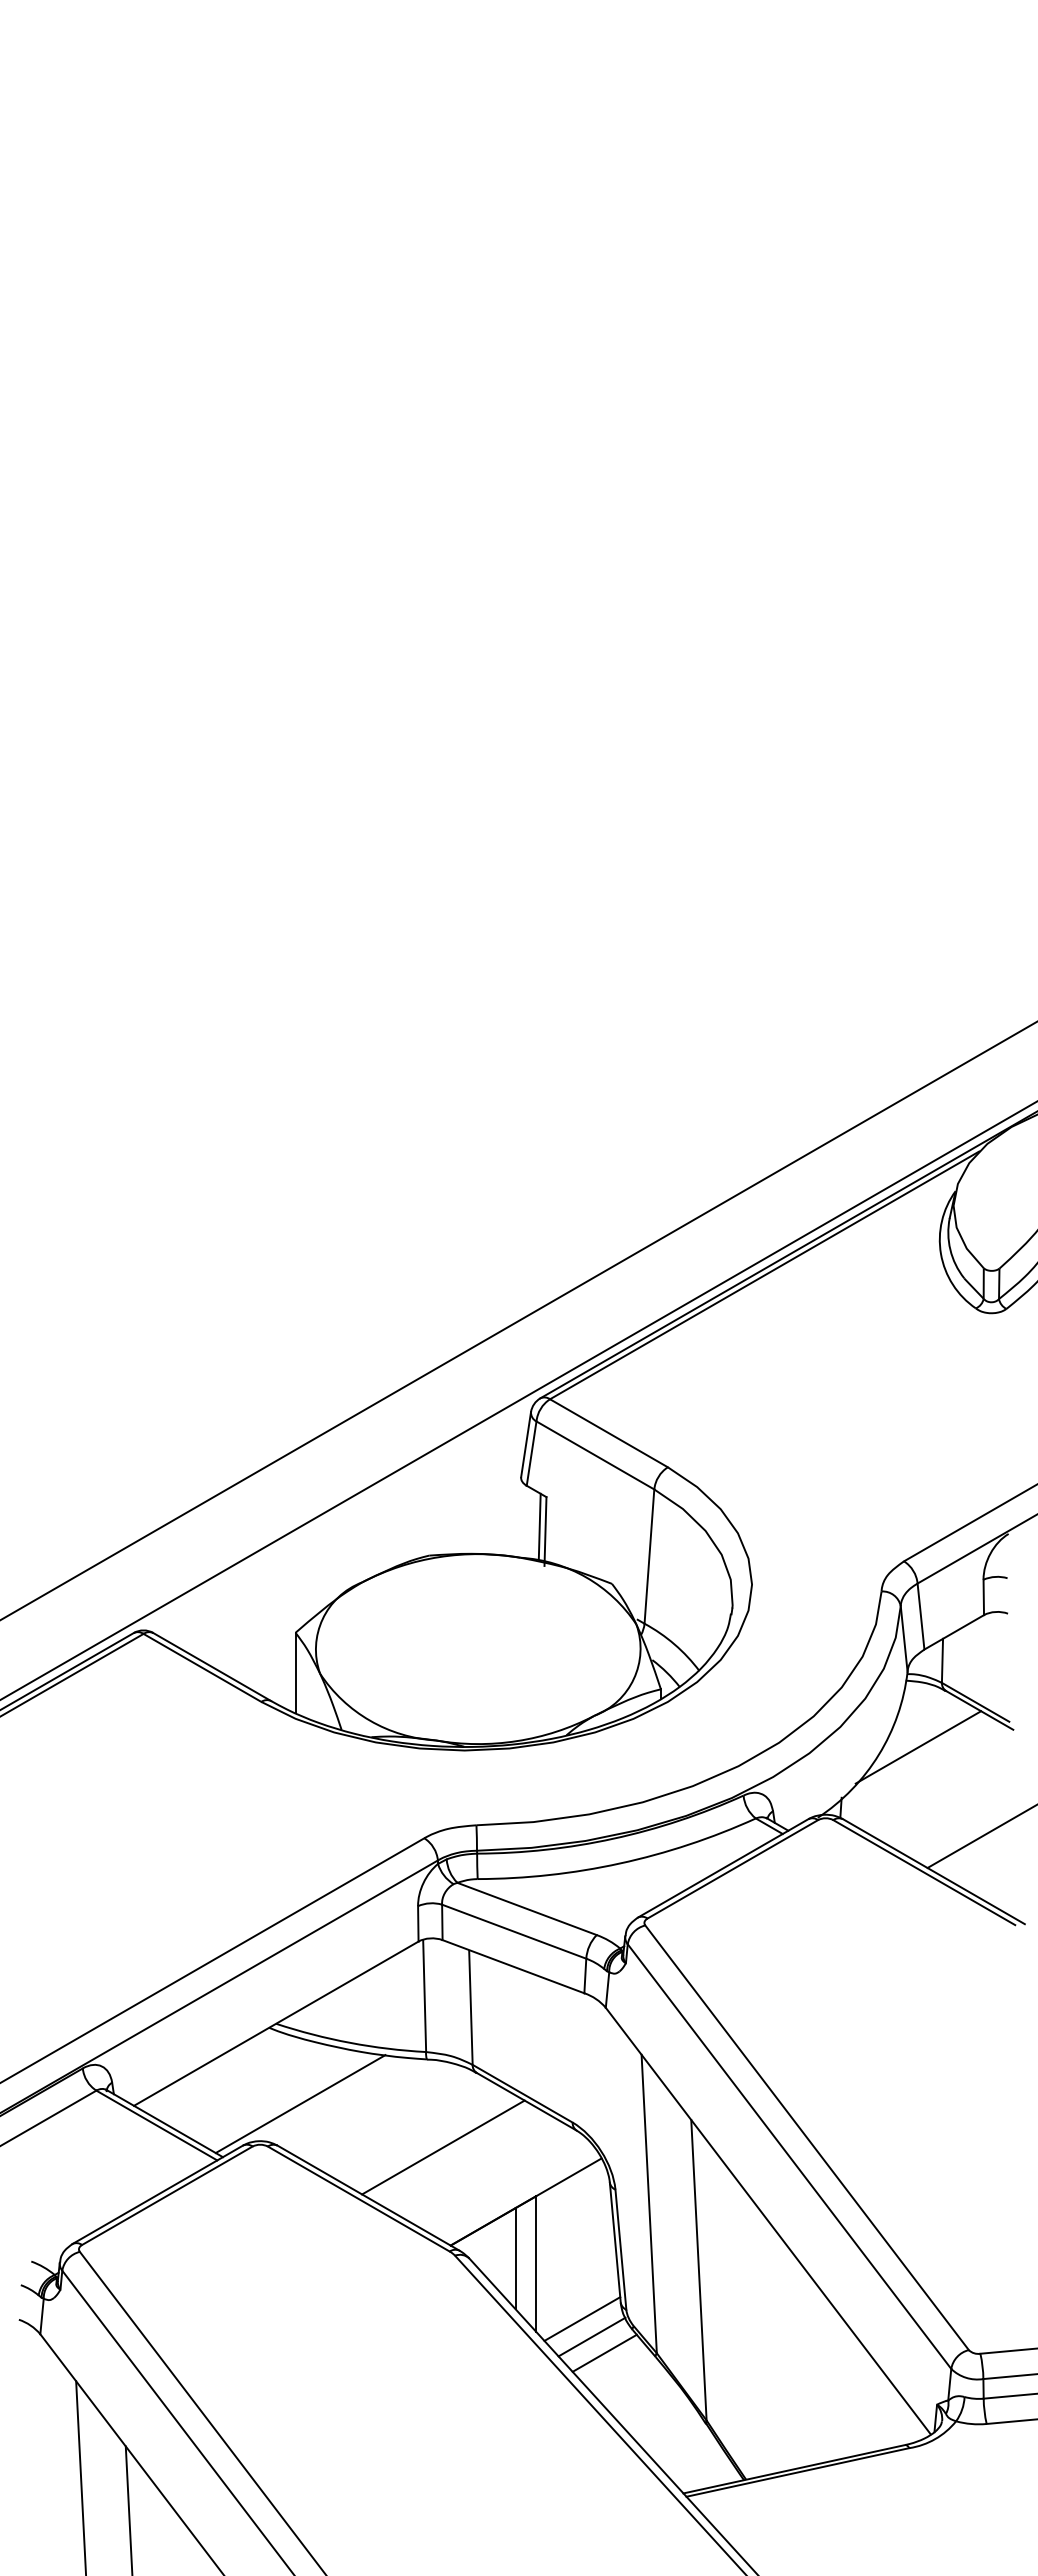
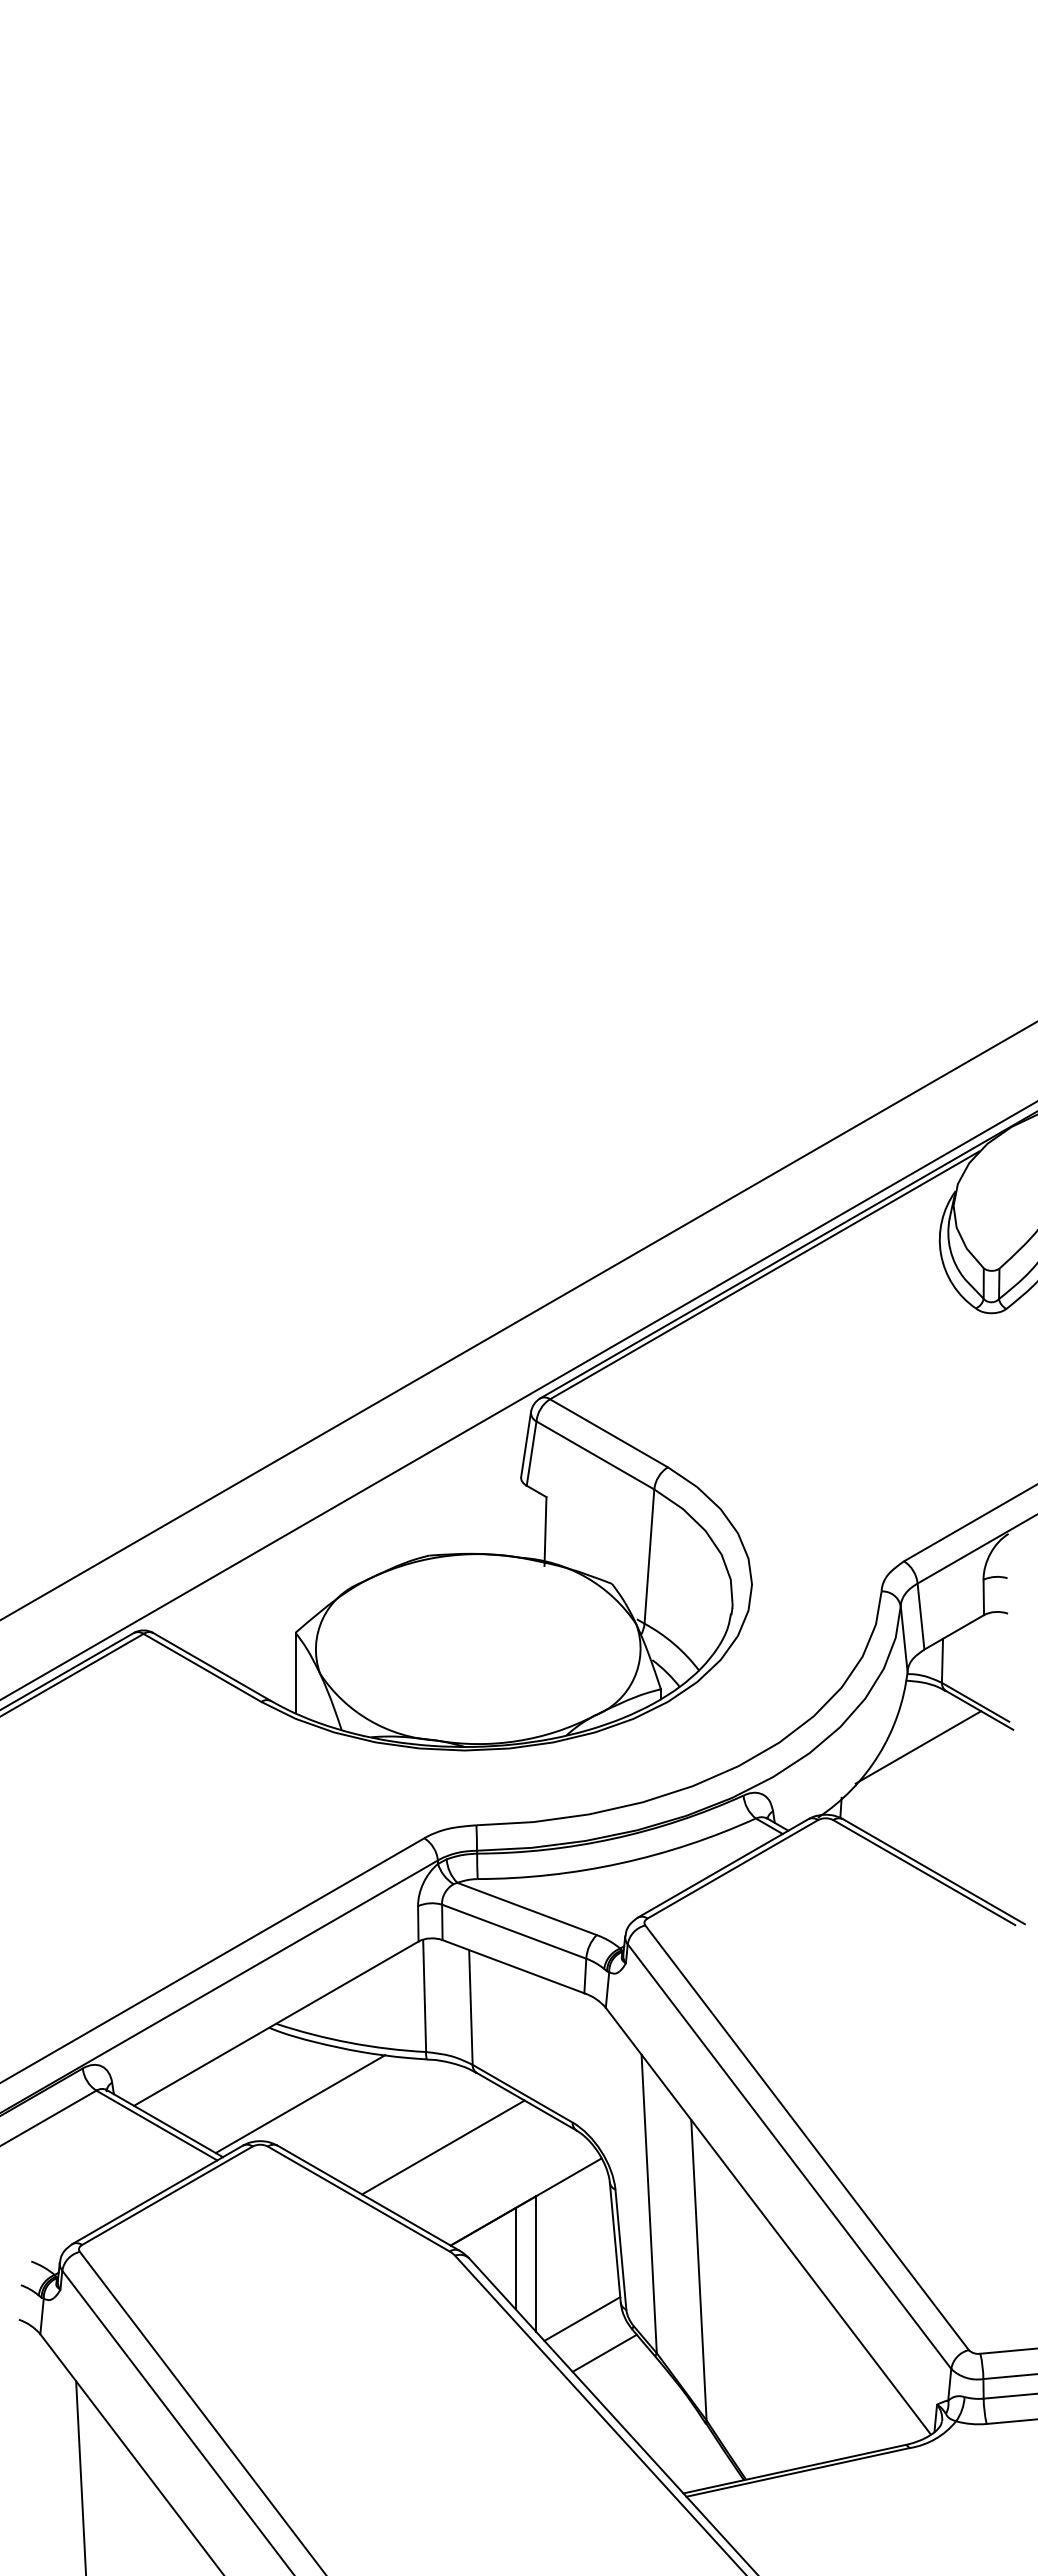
line at (539, 1525): present -> none
line at (980, 1837): present -> none
line at (591, 2336): present -> none
line at (128, 2509): present -> none
